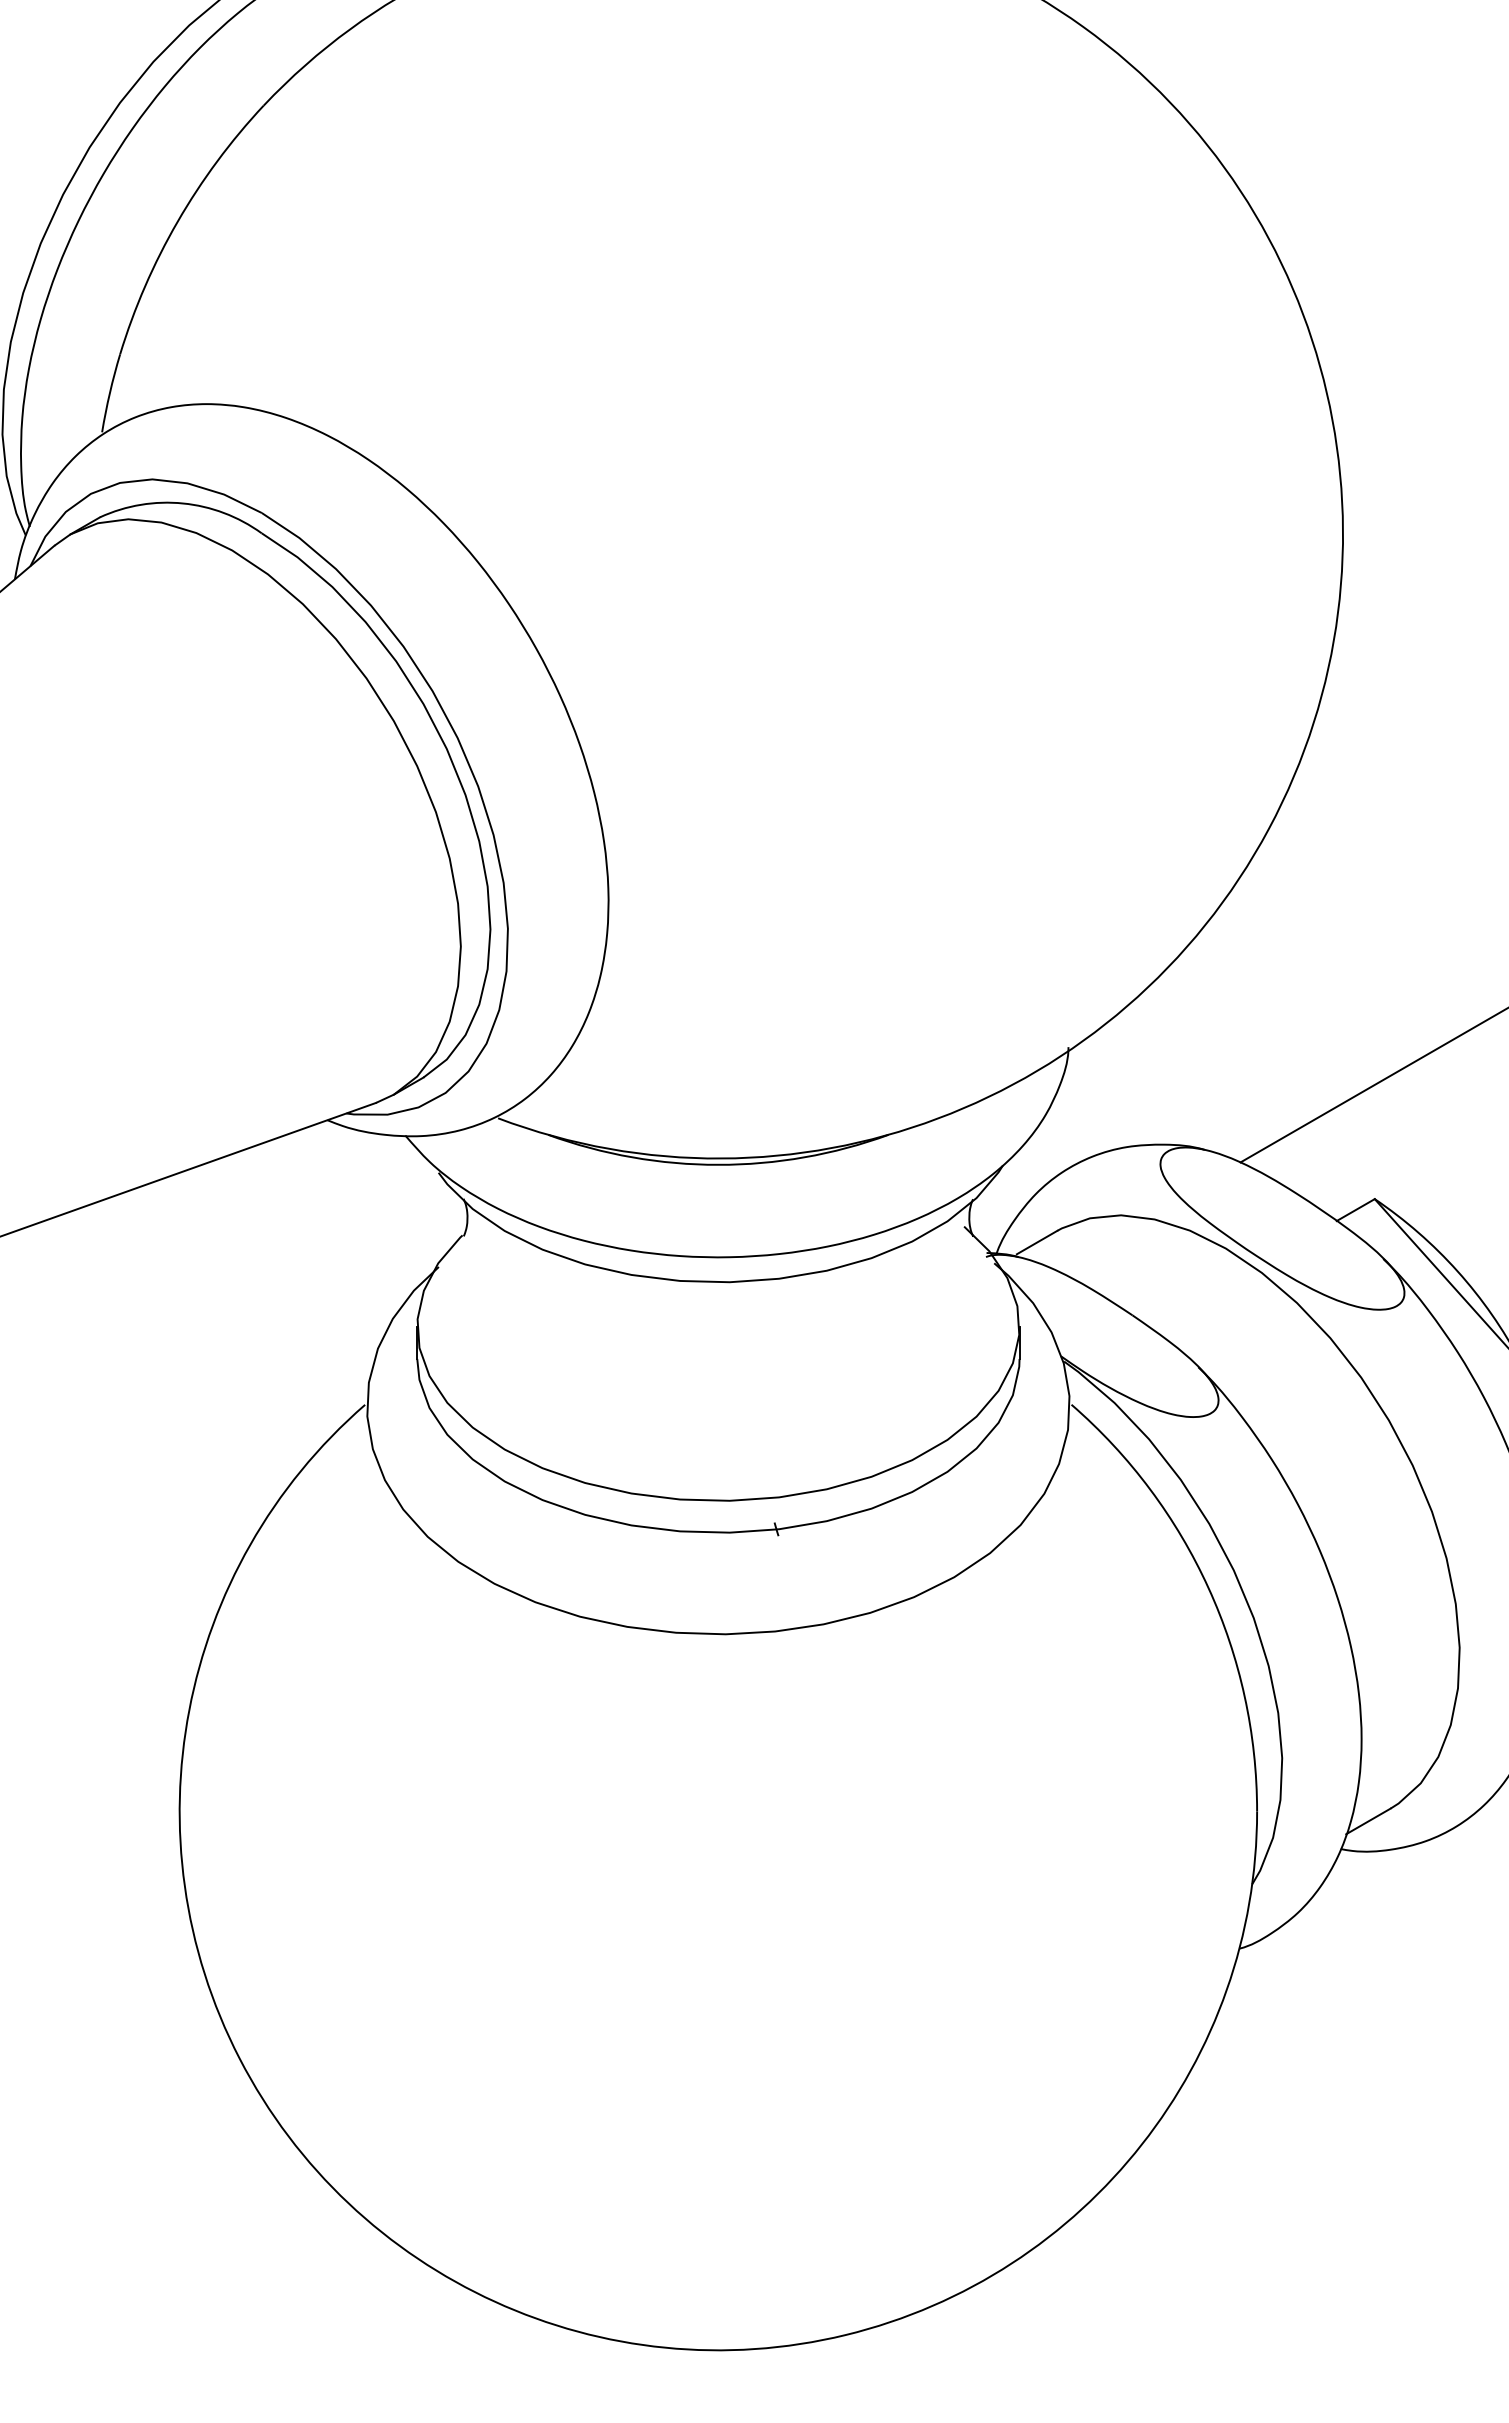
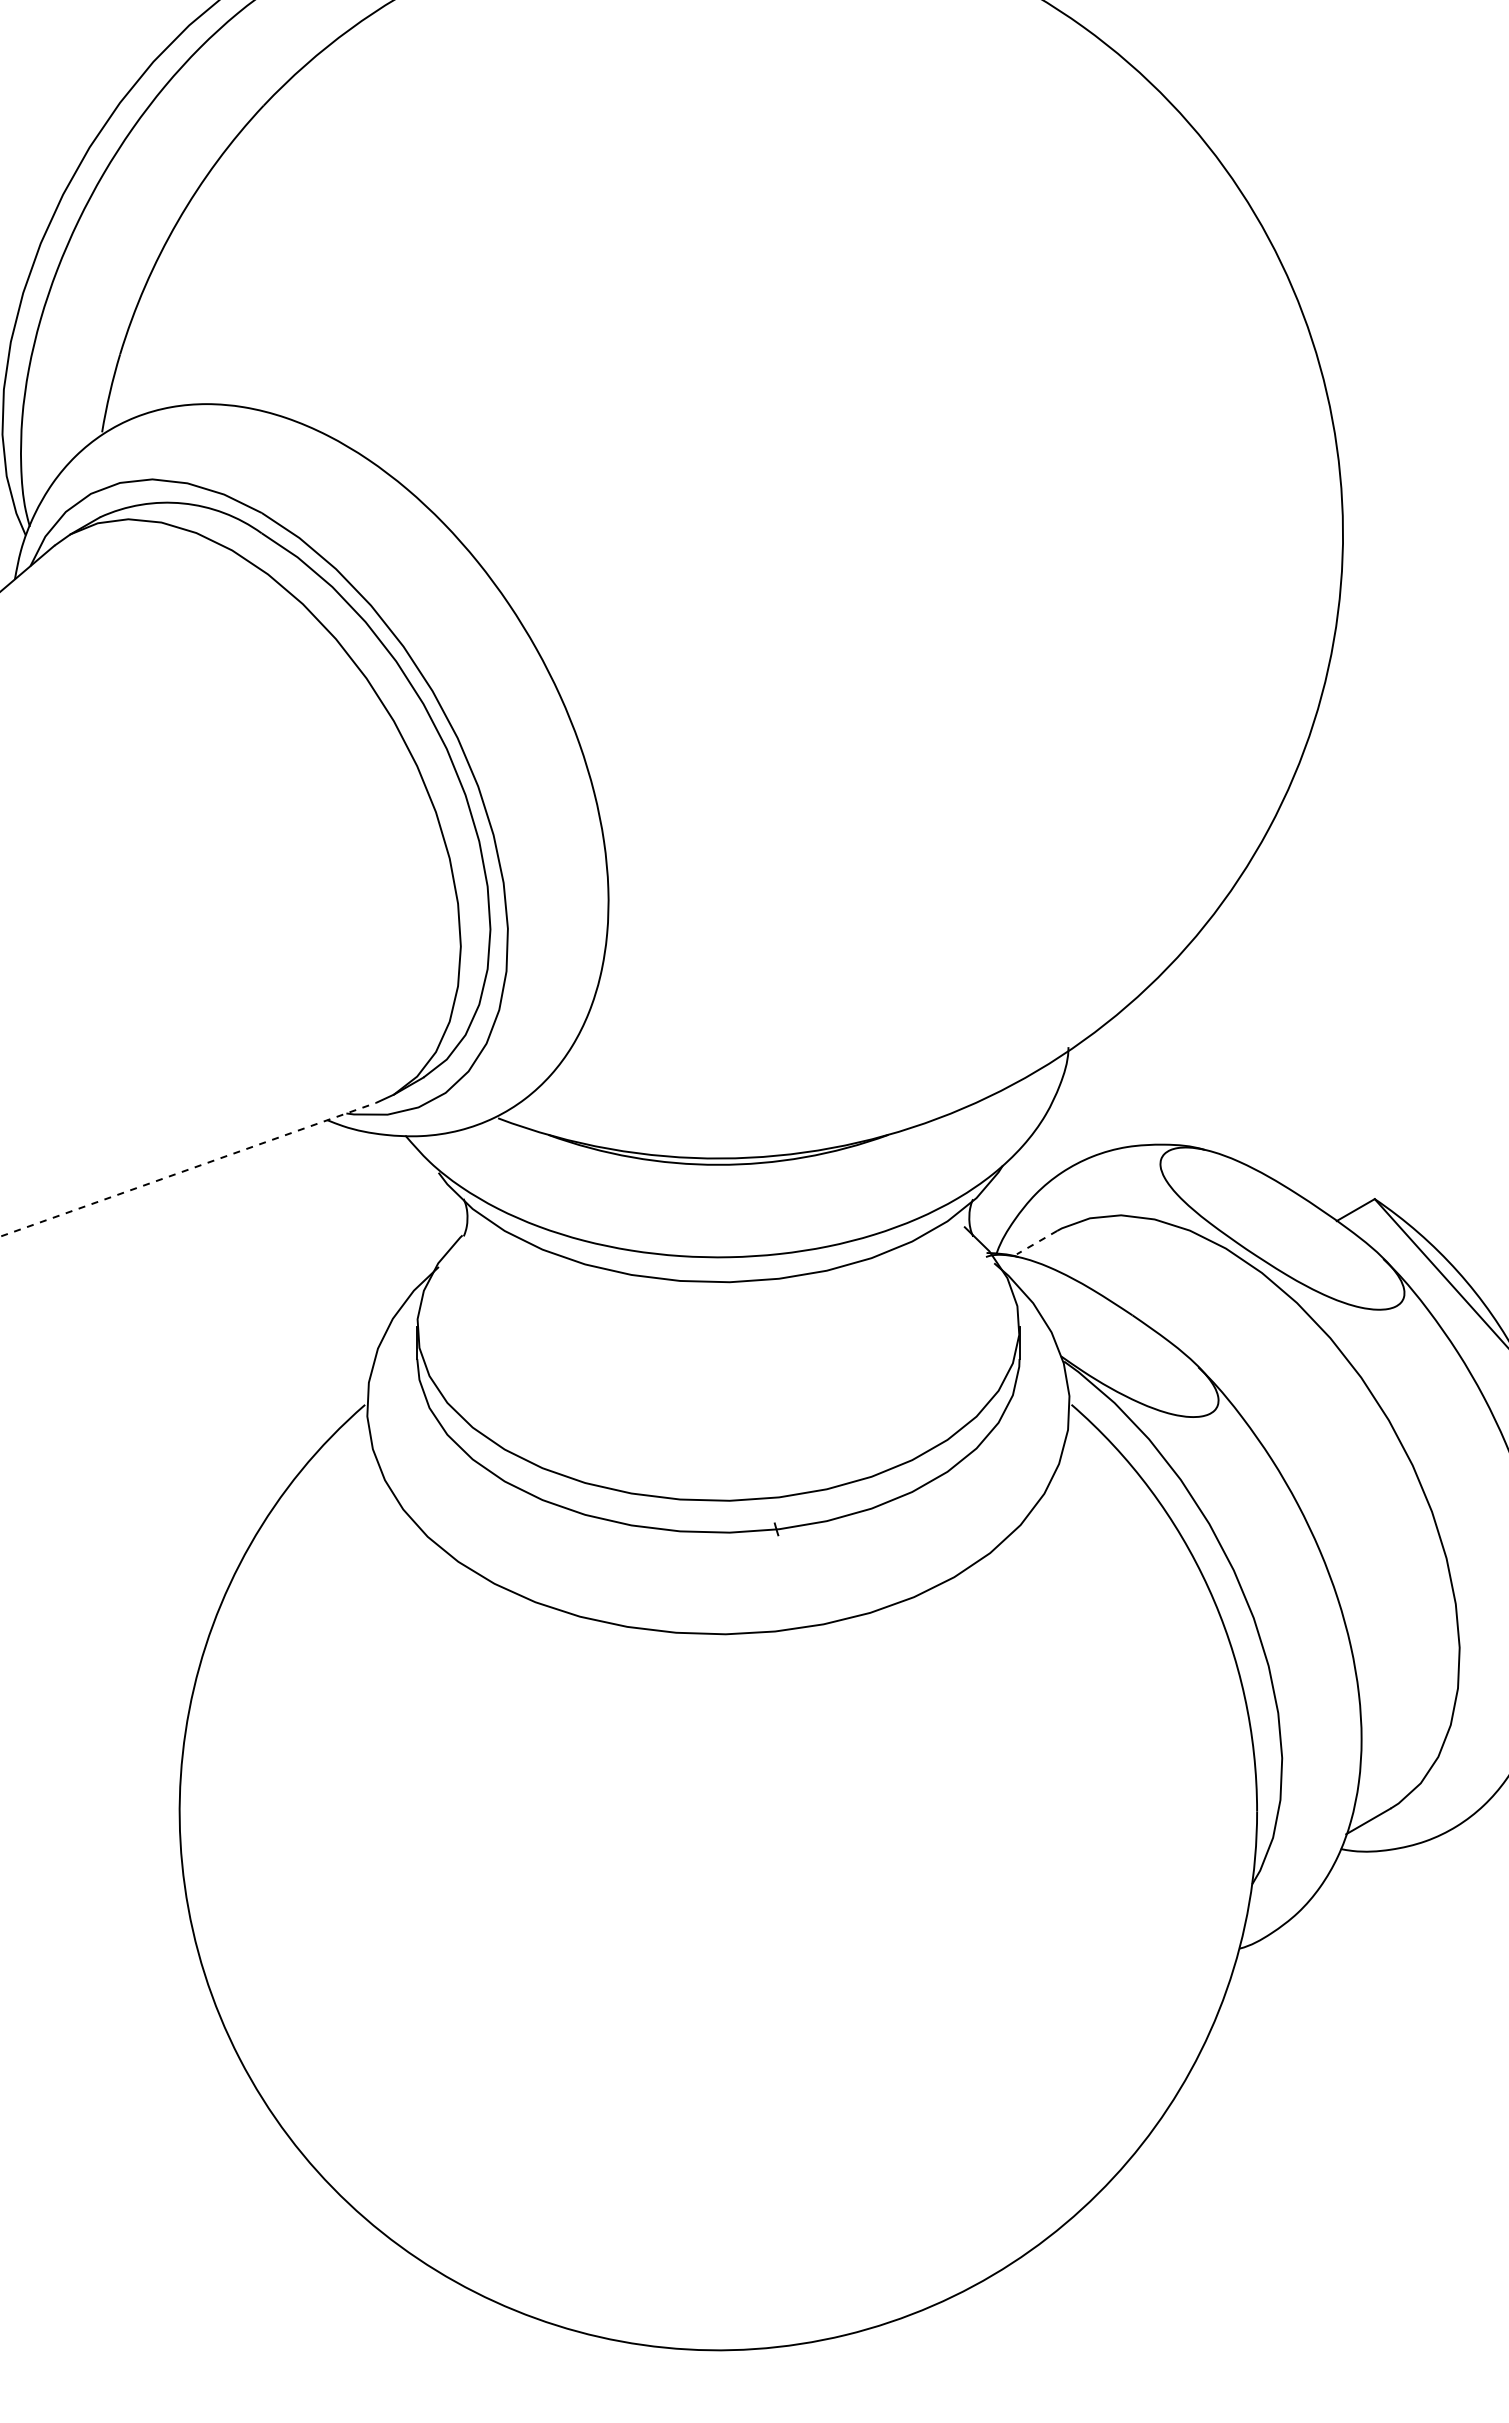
line at (1372, 1085): present -> none
line at (188, 1169): solid -> dashed
line at (1036, 1242): solid -> dashed
